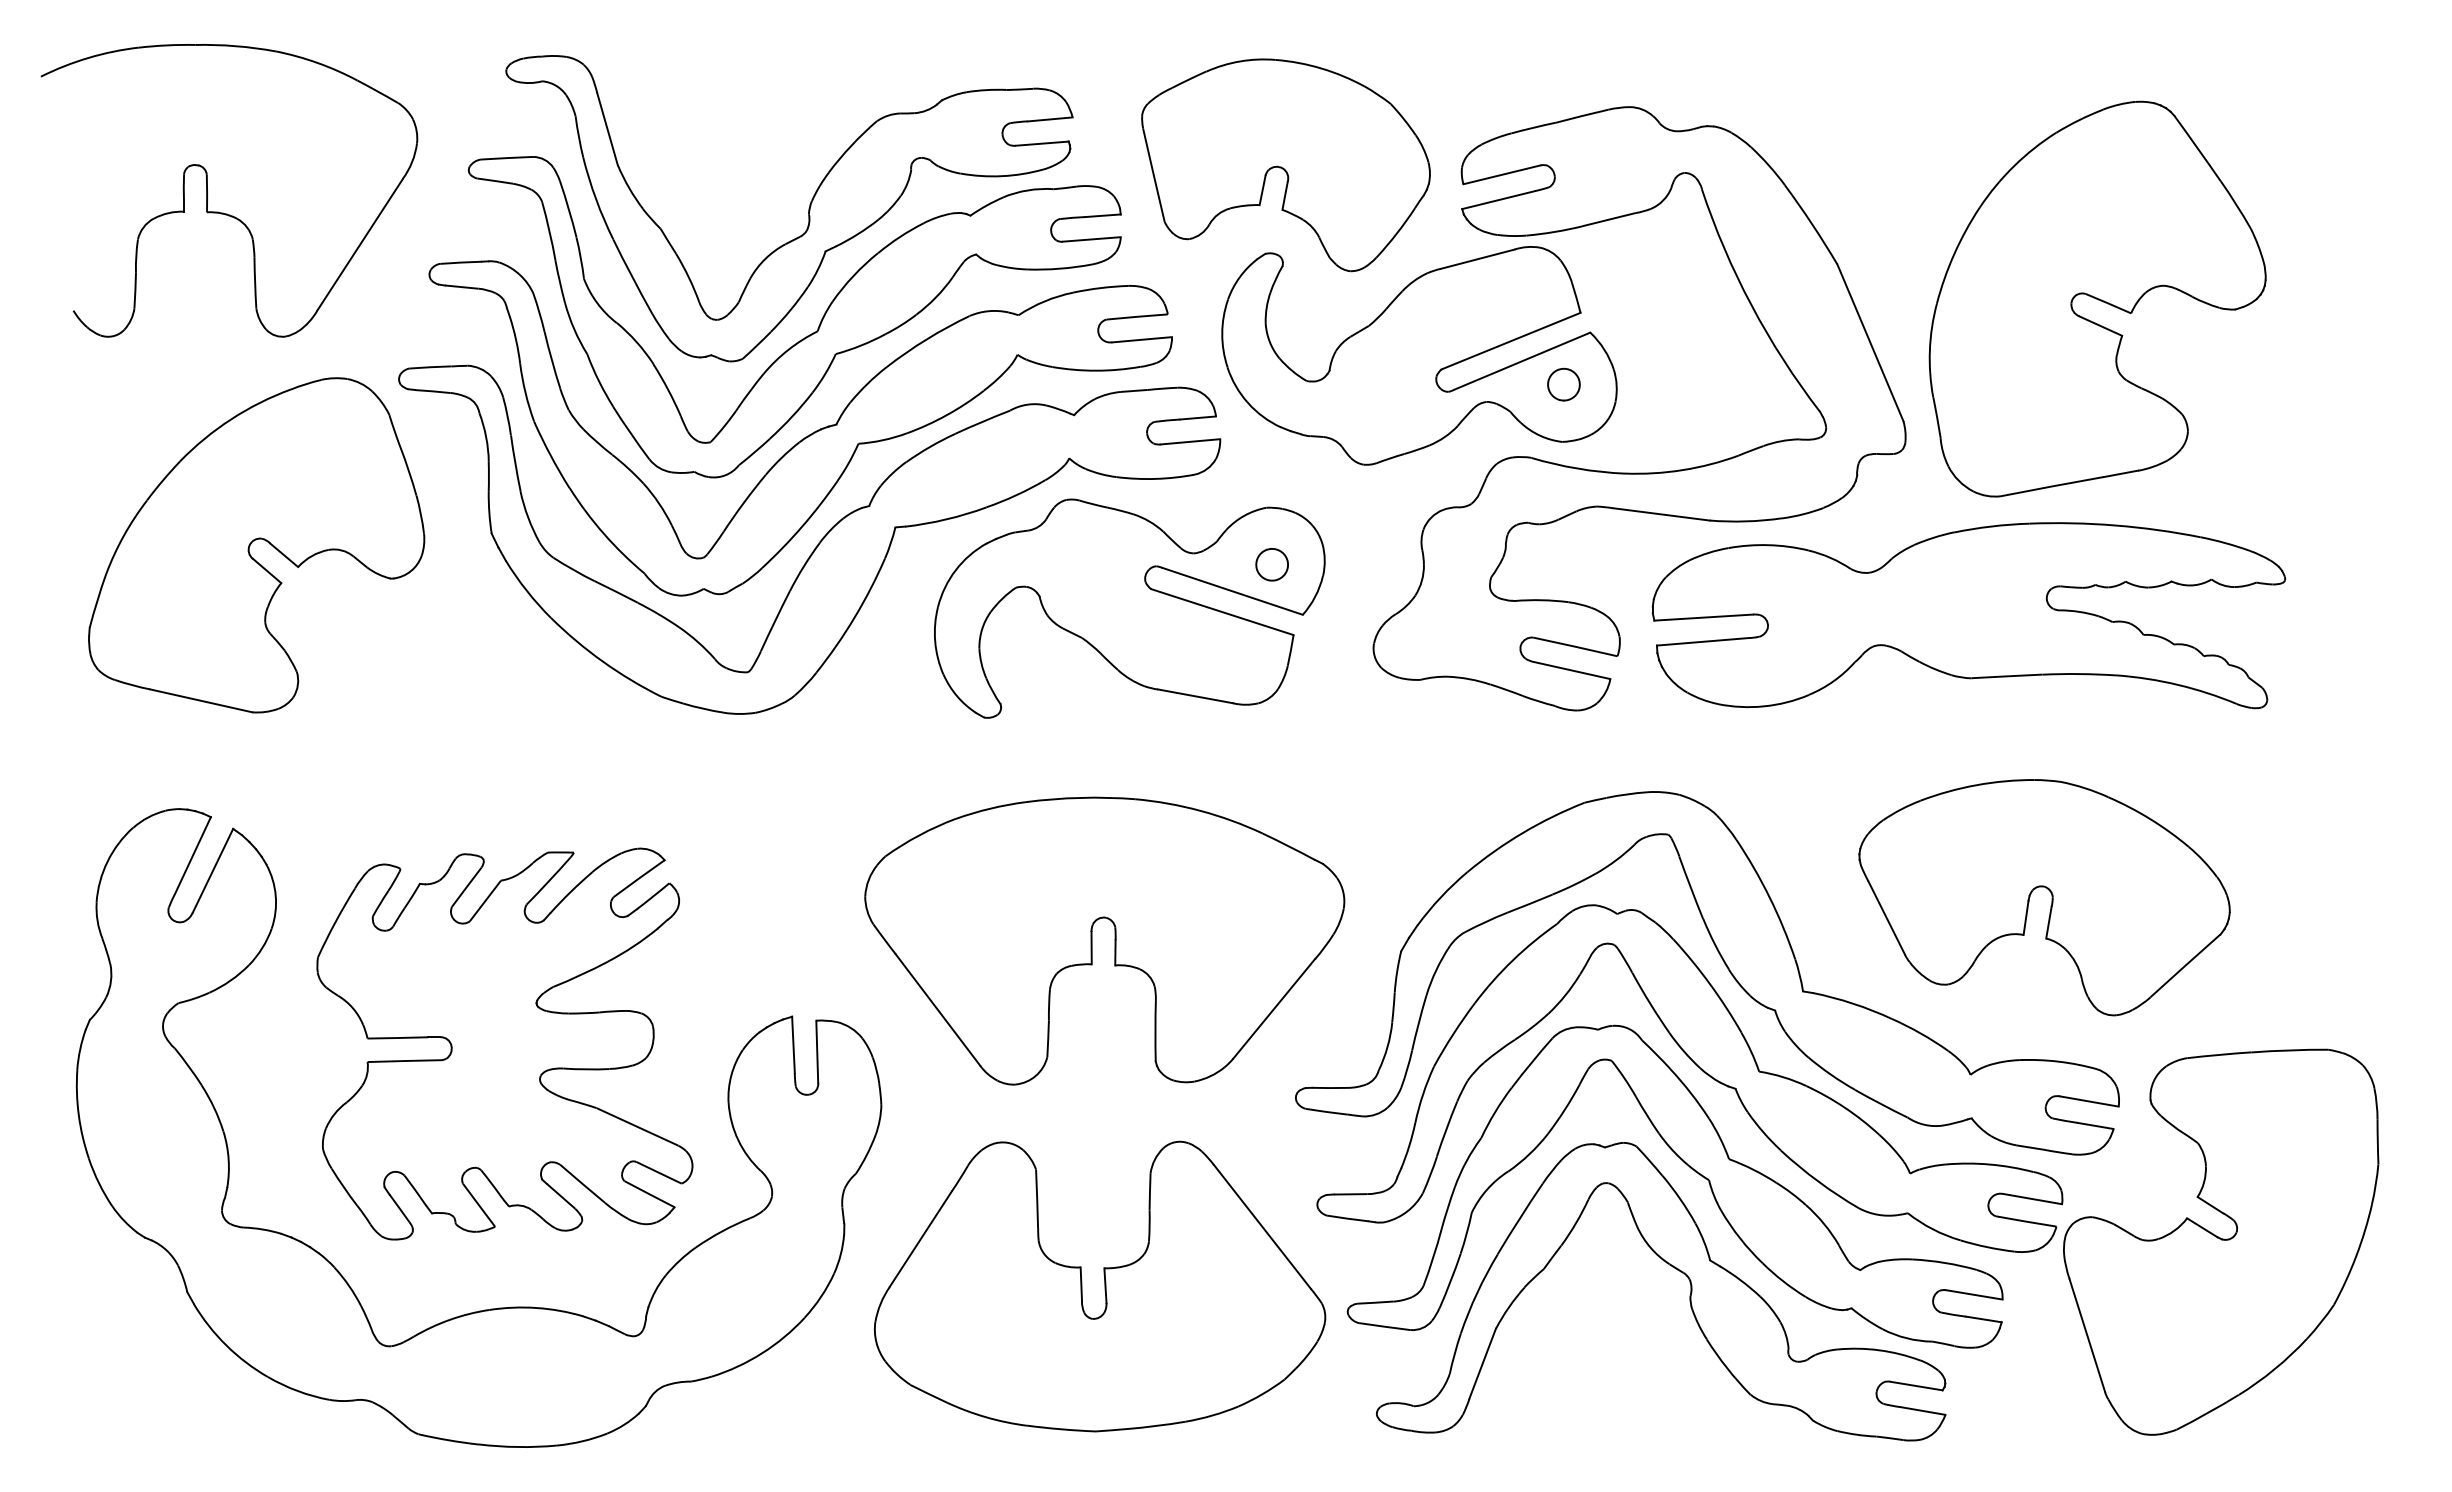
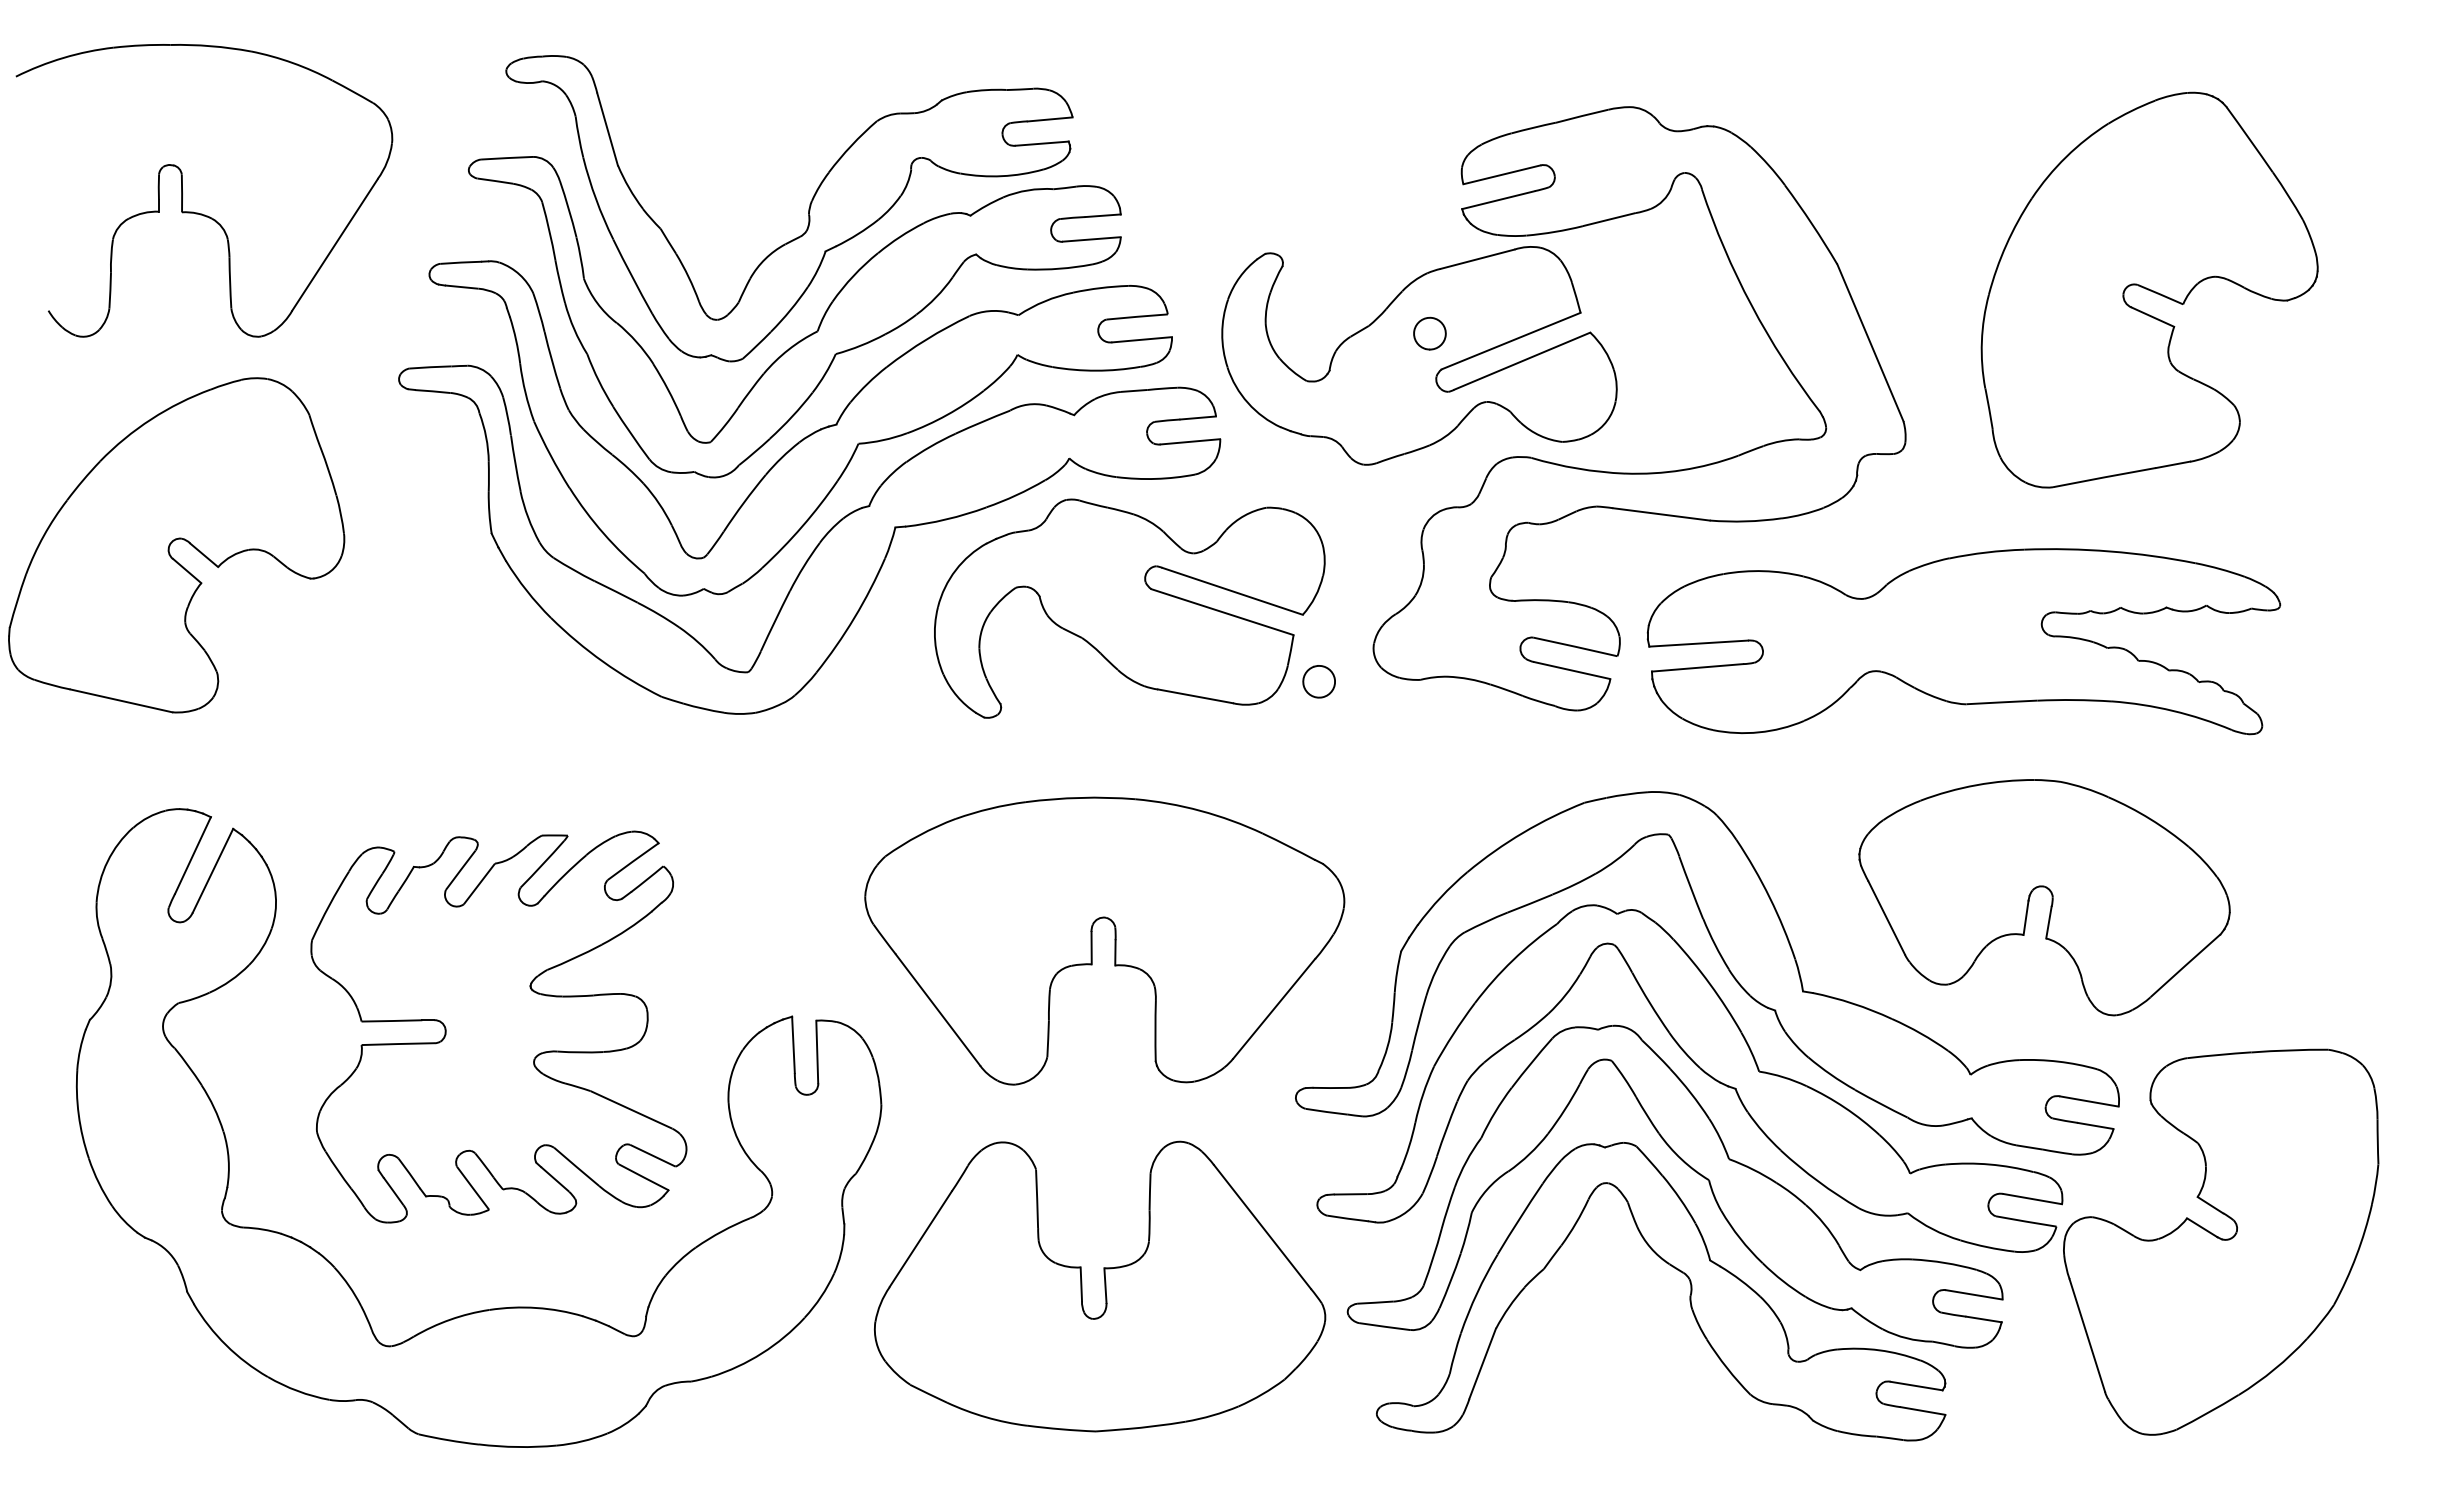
part at (1285, 165): present -> none
part at (207, 190) position: (207, 190) -> (182, 190)
part at (2097, 298) position: (2097, 298) -> (2149, 289)
part at (1563, 384) position: (1563, 384) -> (1429, 333)
part at (256, 545) position: (256, 545) -> (176, 545)
part at (1271, 564) position: (1271, 564) -> (1318, 681)
part at (1968, 615) position: (1968, 615) -> (1963, 641)
part at (504, 1043) position: (504, 1043) -> (498, 1026)
